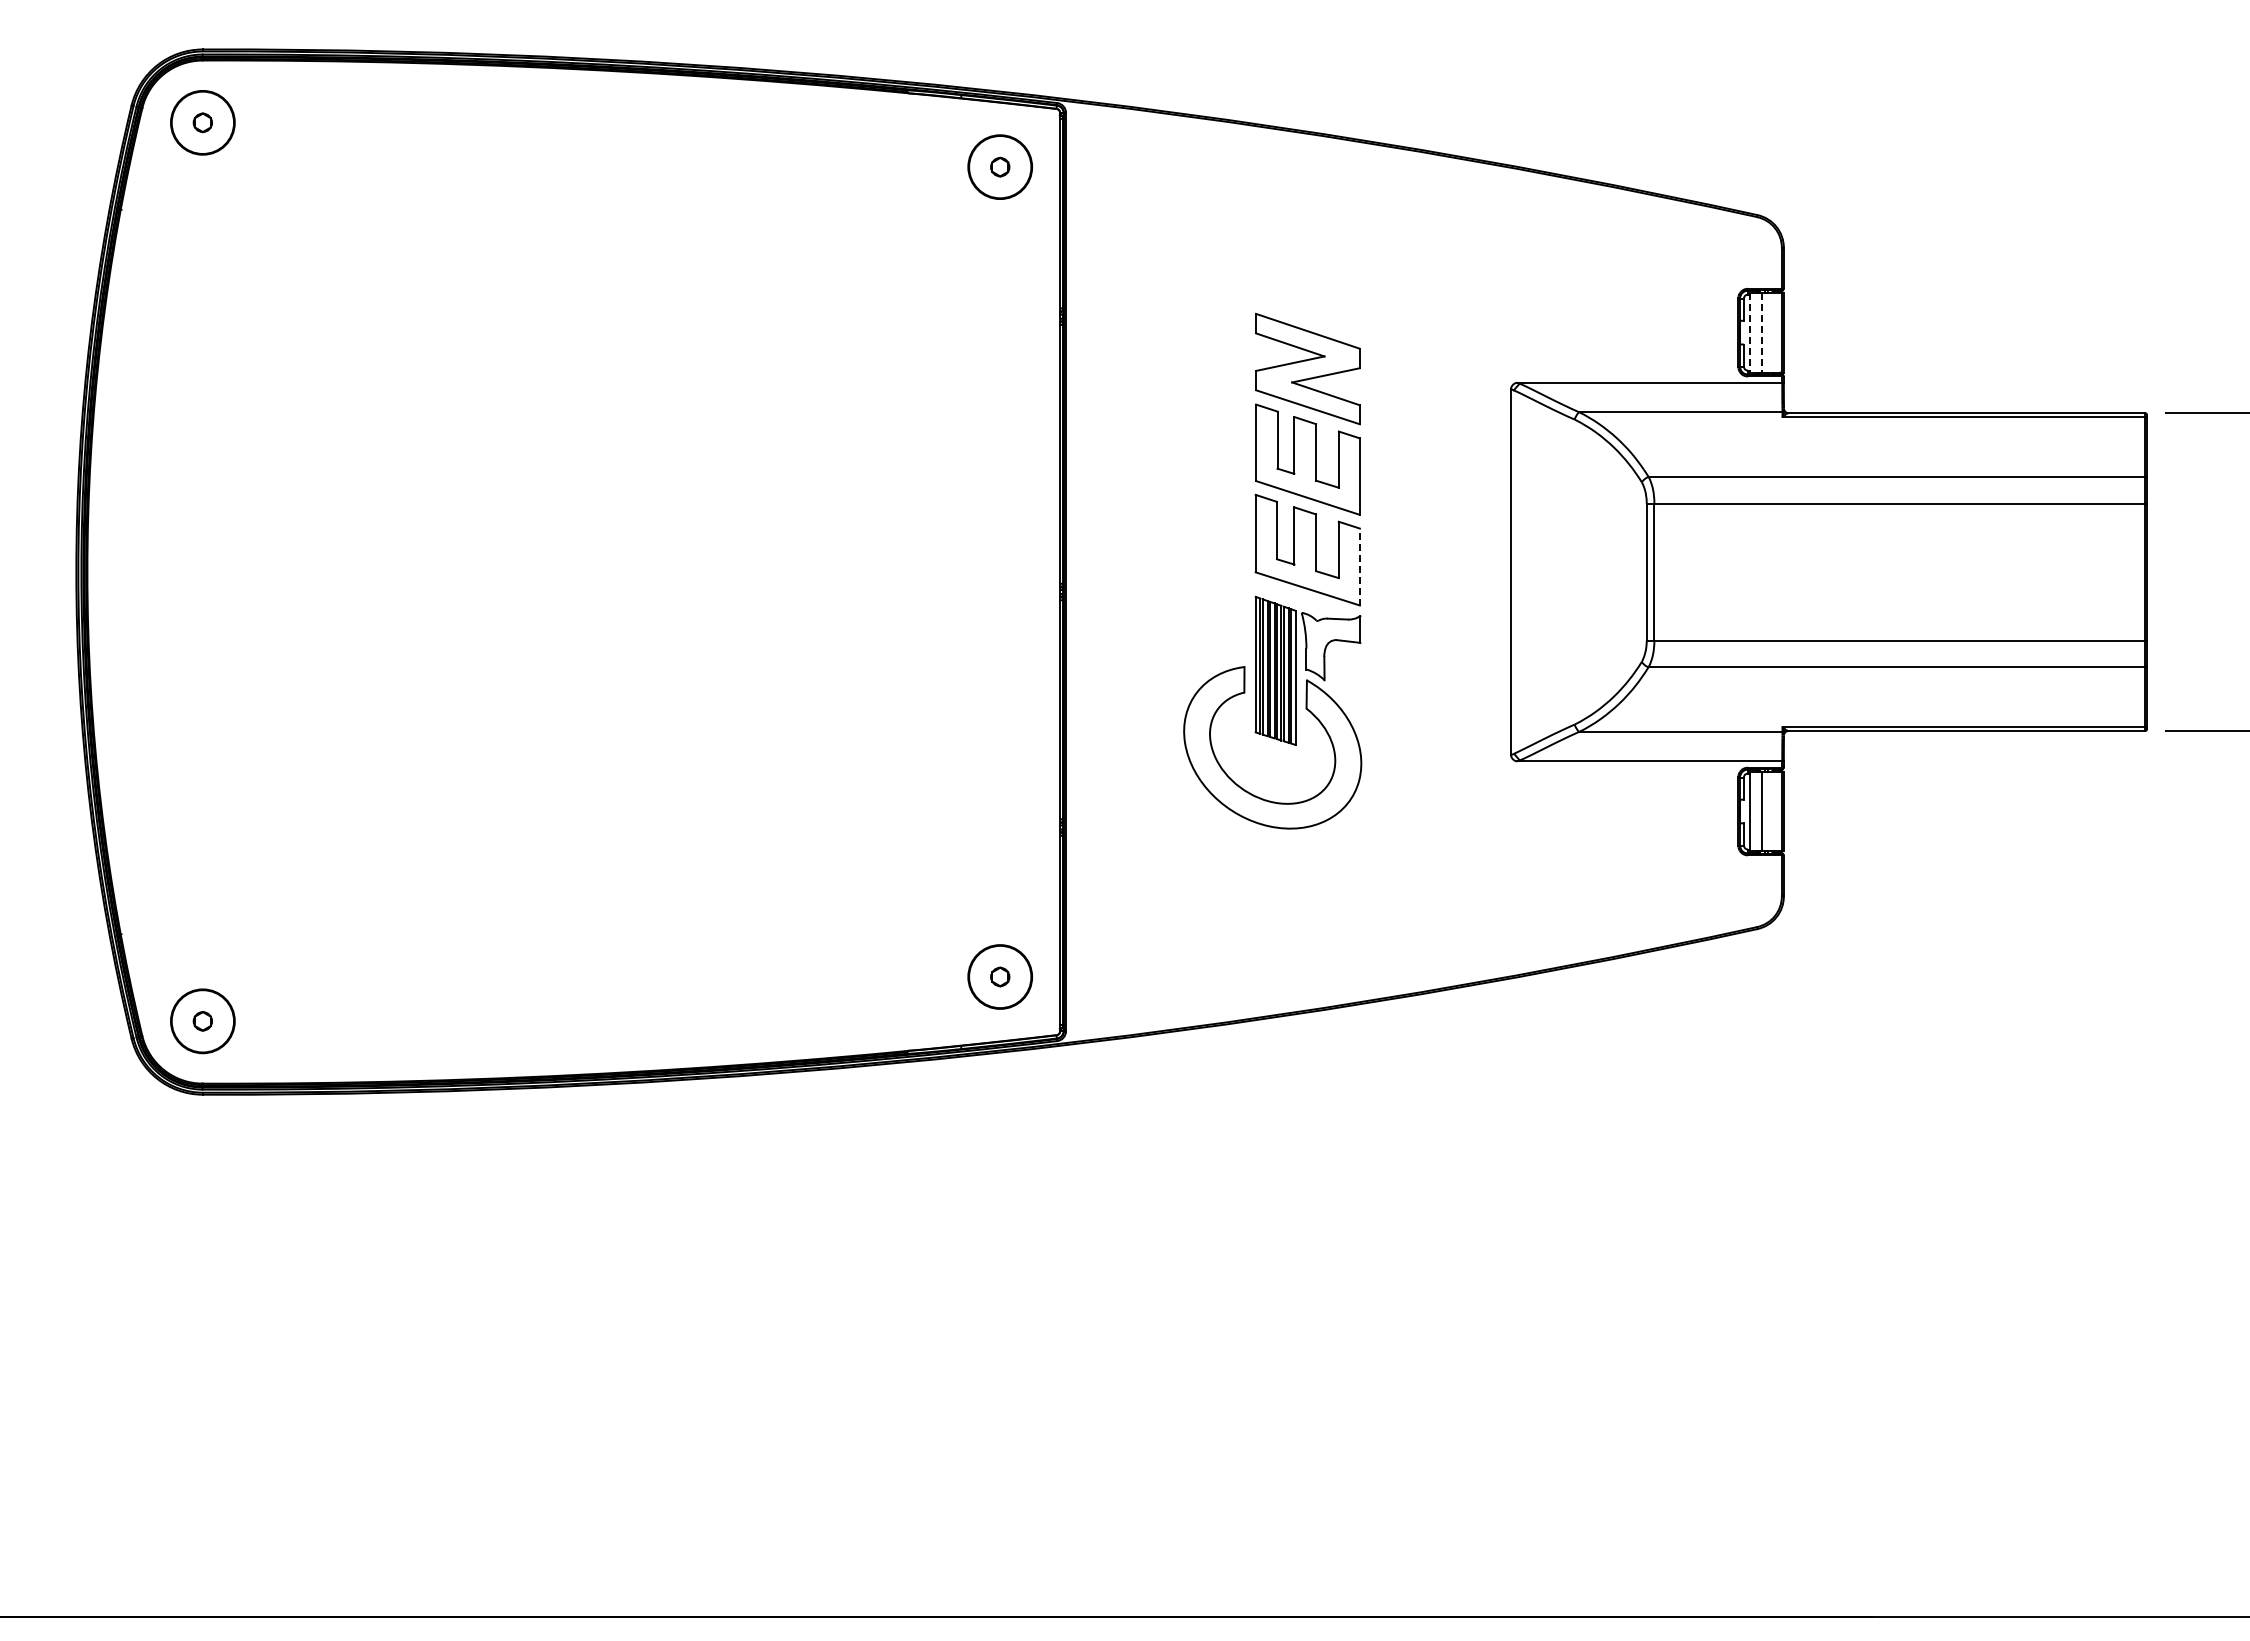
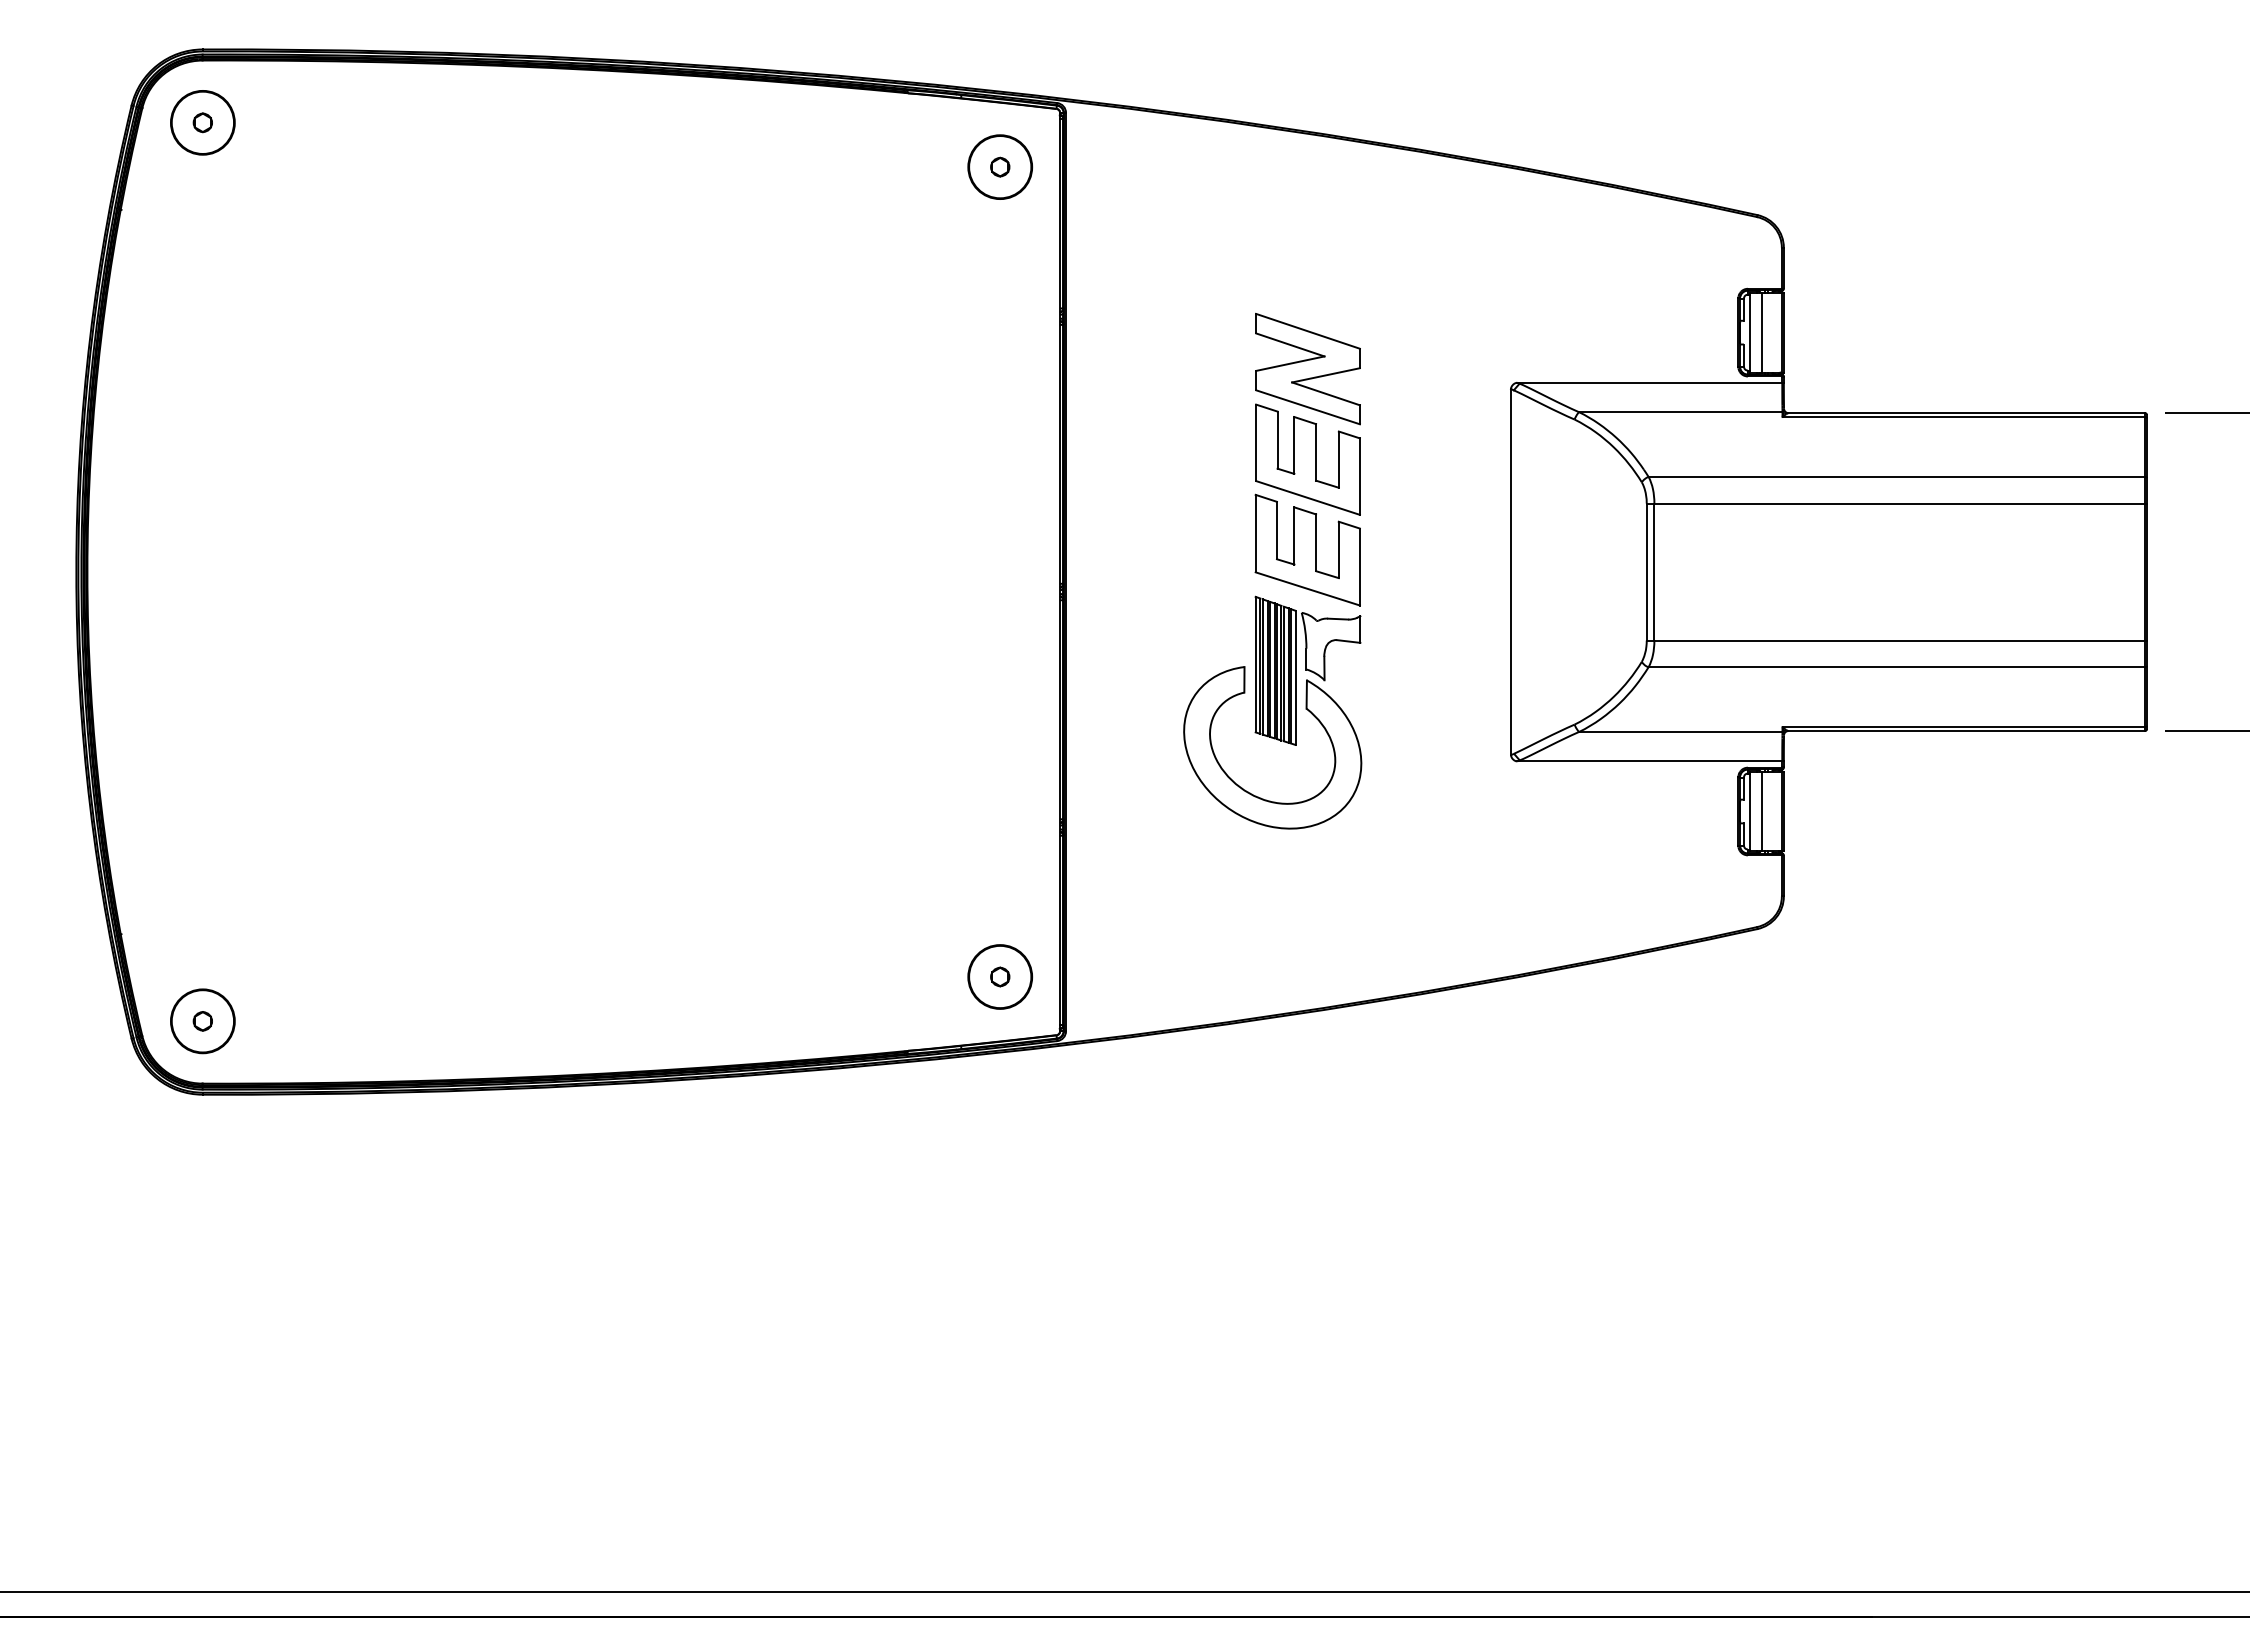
line at (1749, 332): dashed -> solid
line at (1761, 332): dashed -> solid
line at (1359, 566): dashed -> solid
line at (1124, 1591): none -> present
